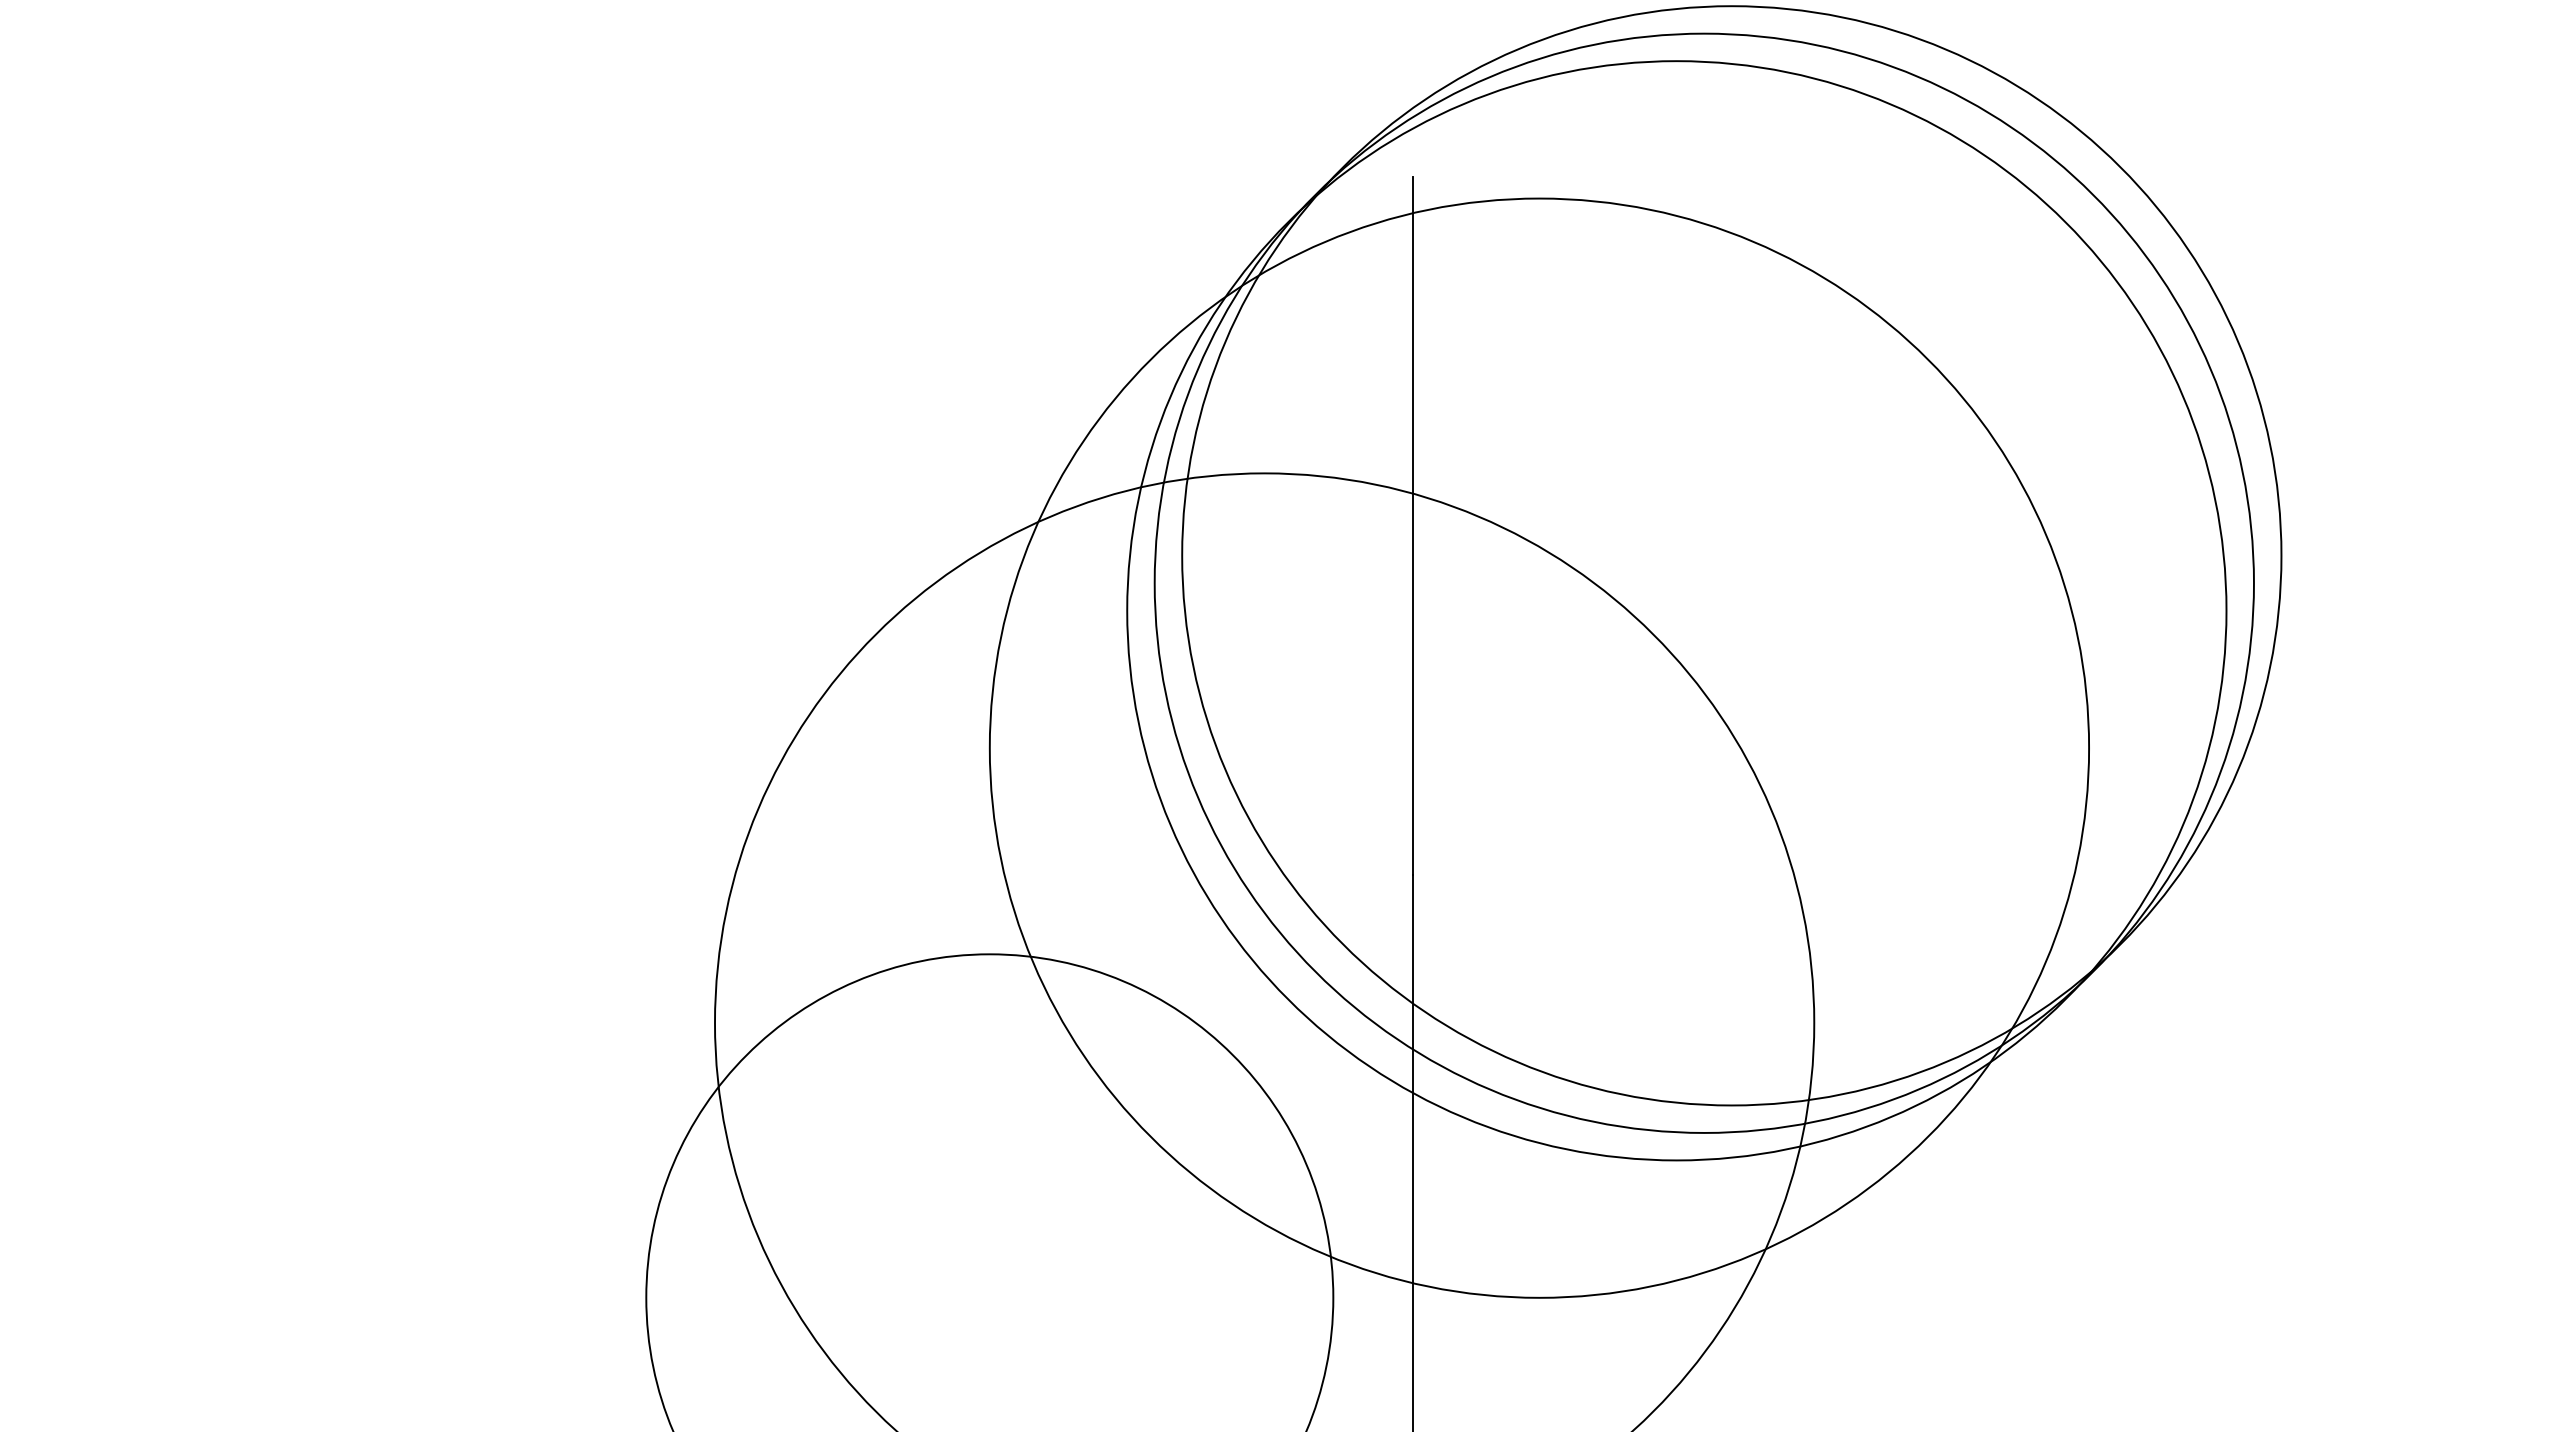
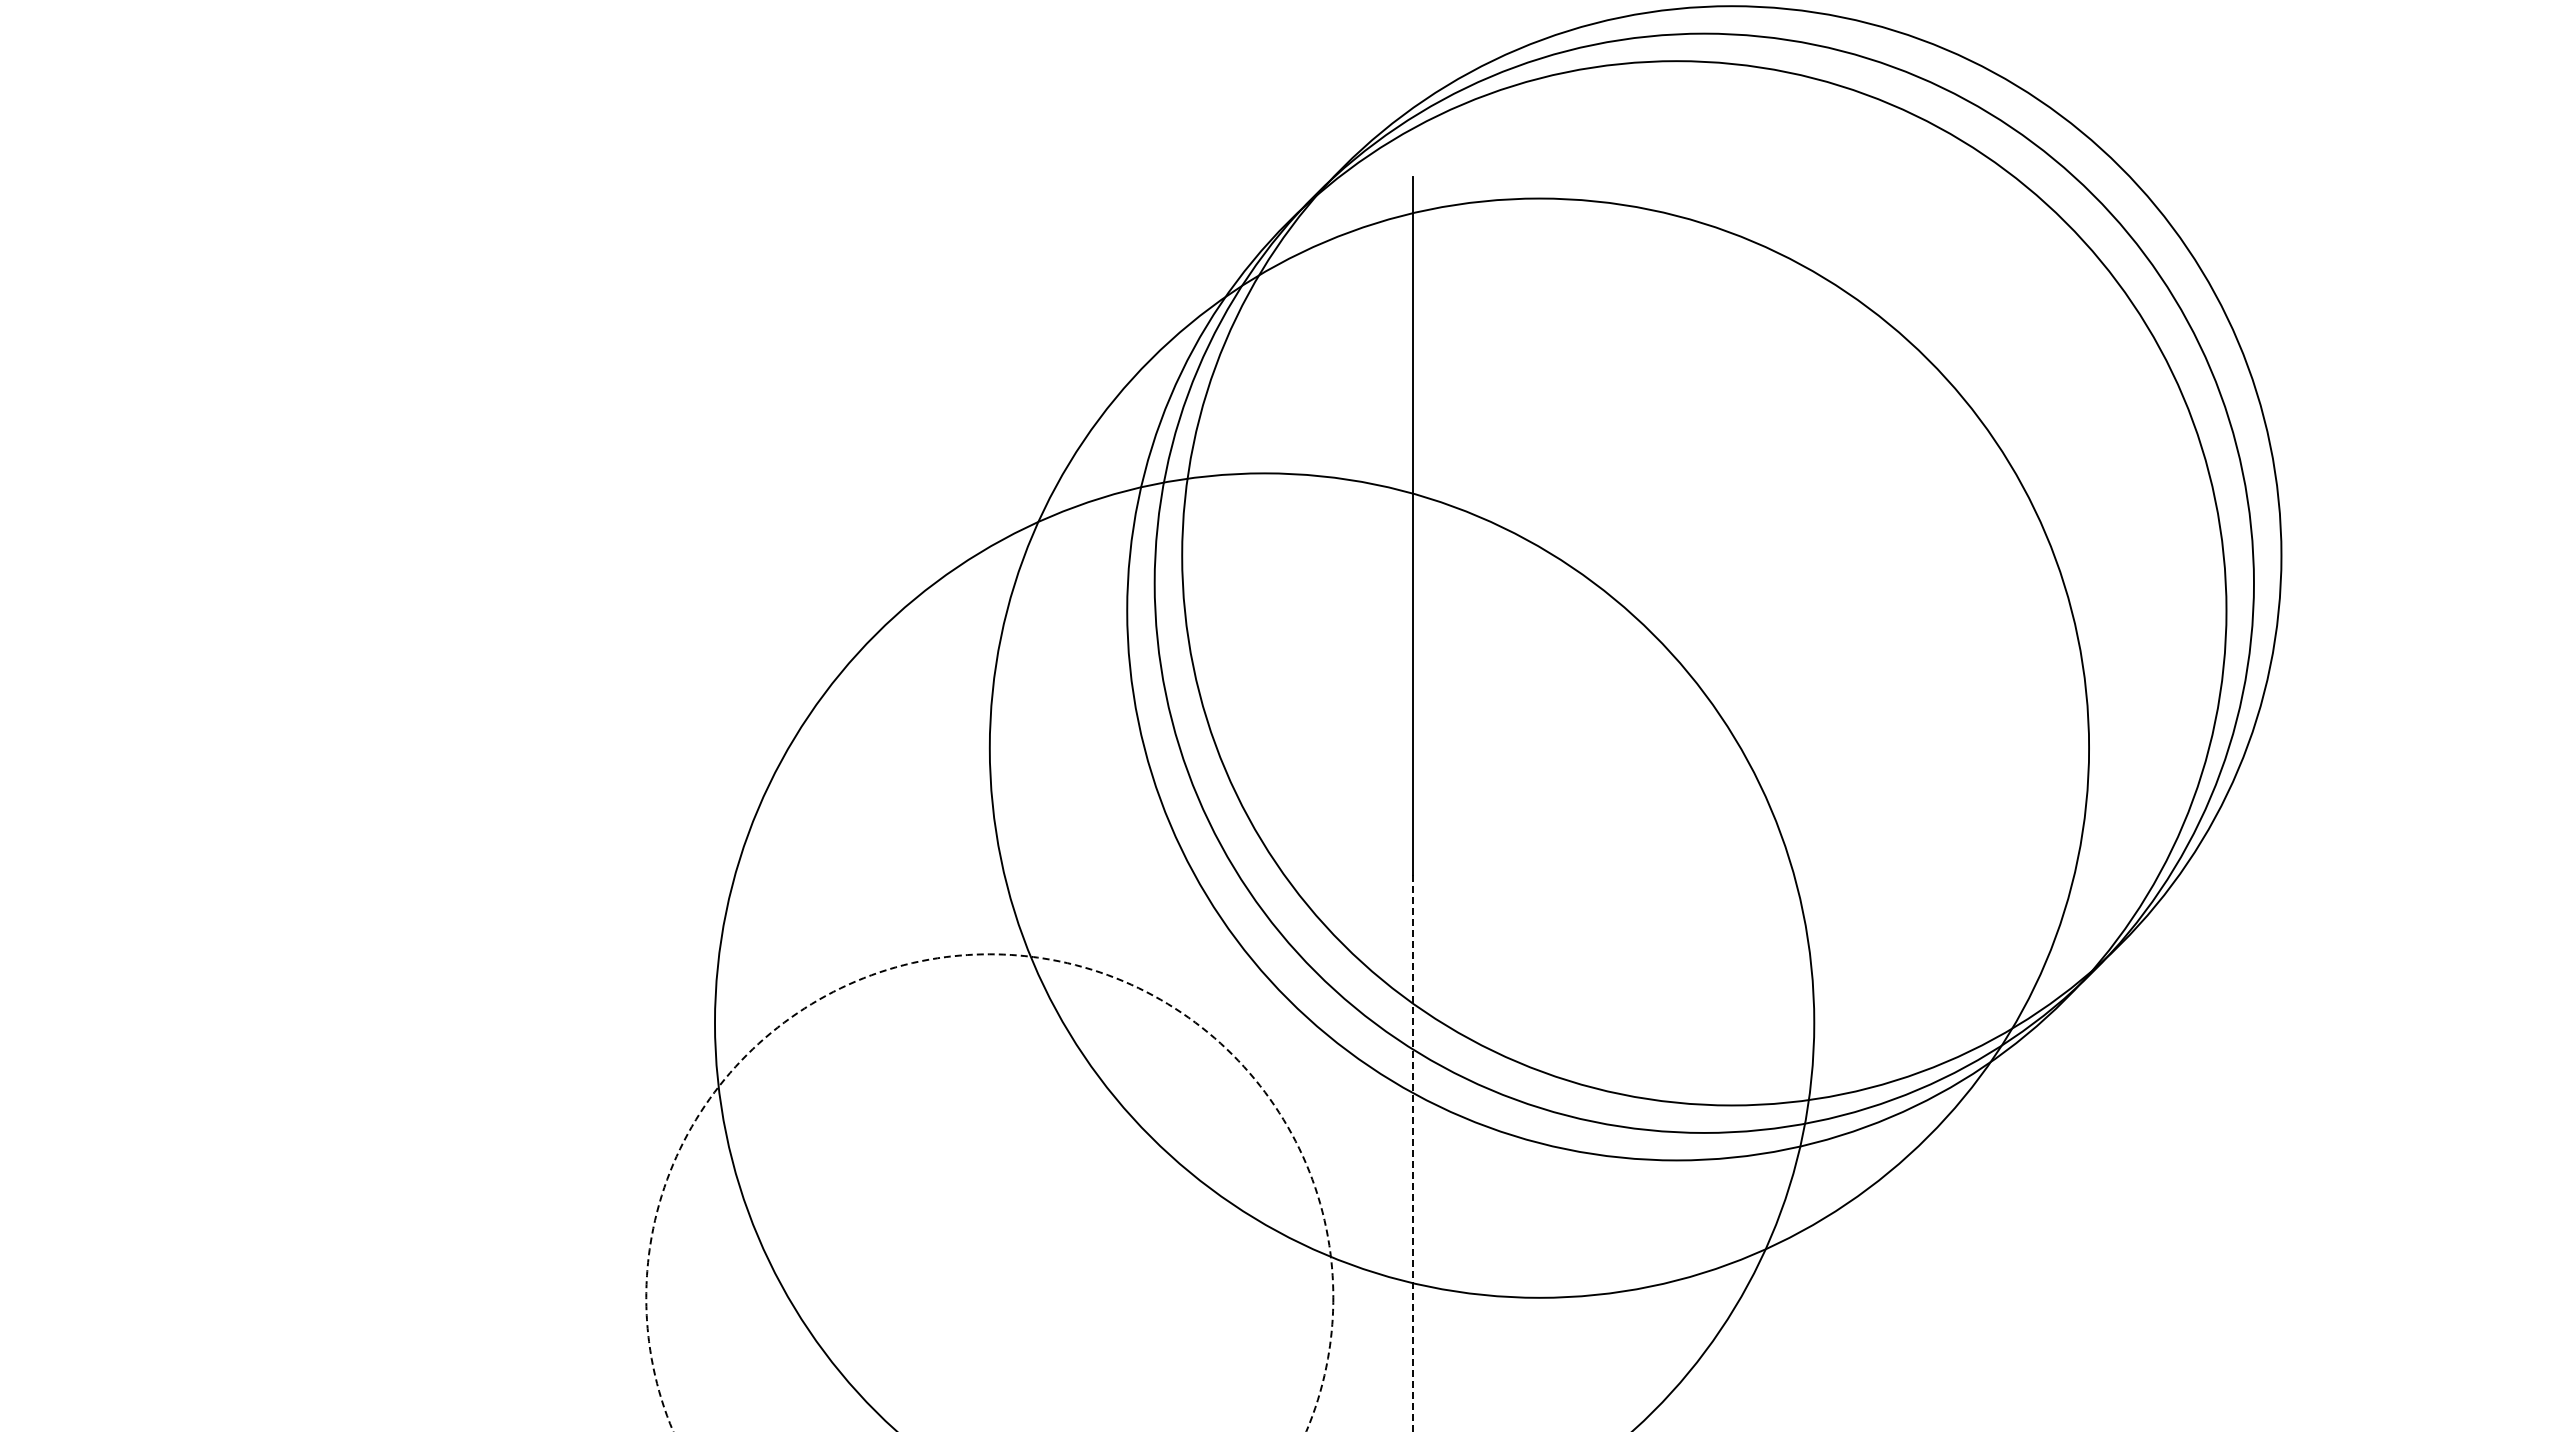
line at (1413, 1153): solid -> dashed
circle at (989, 1192): solid -> dashed
